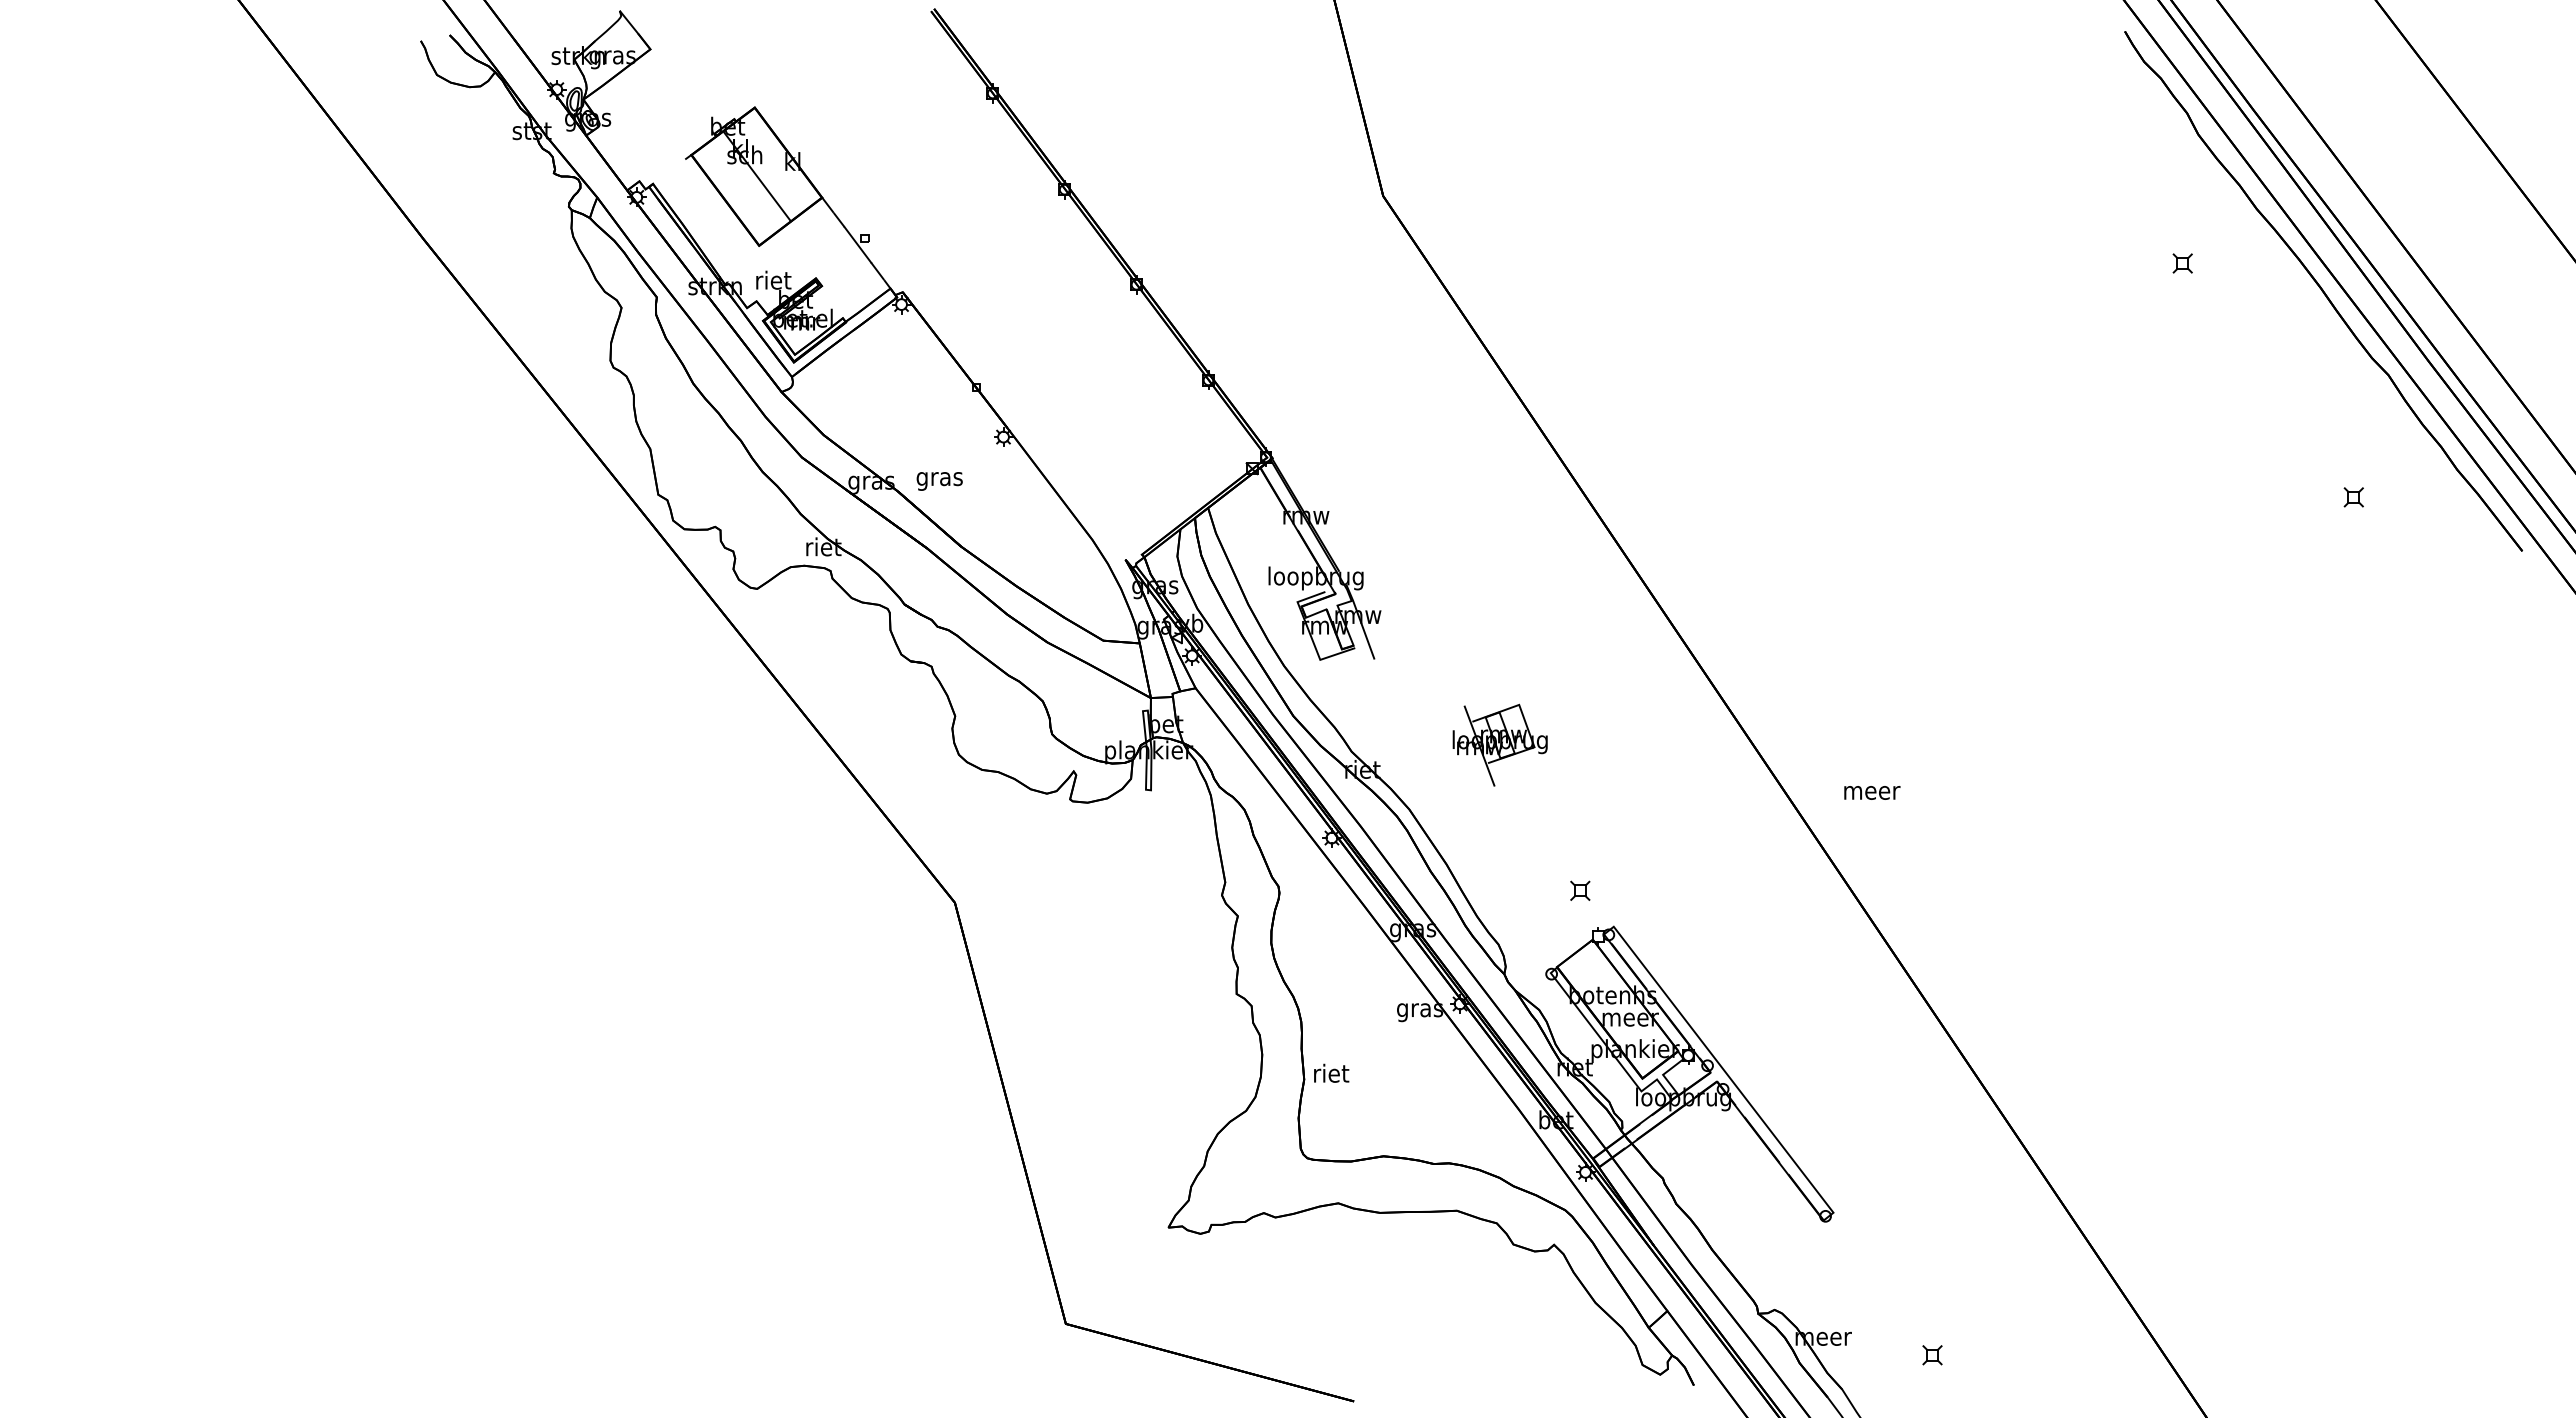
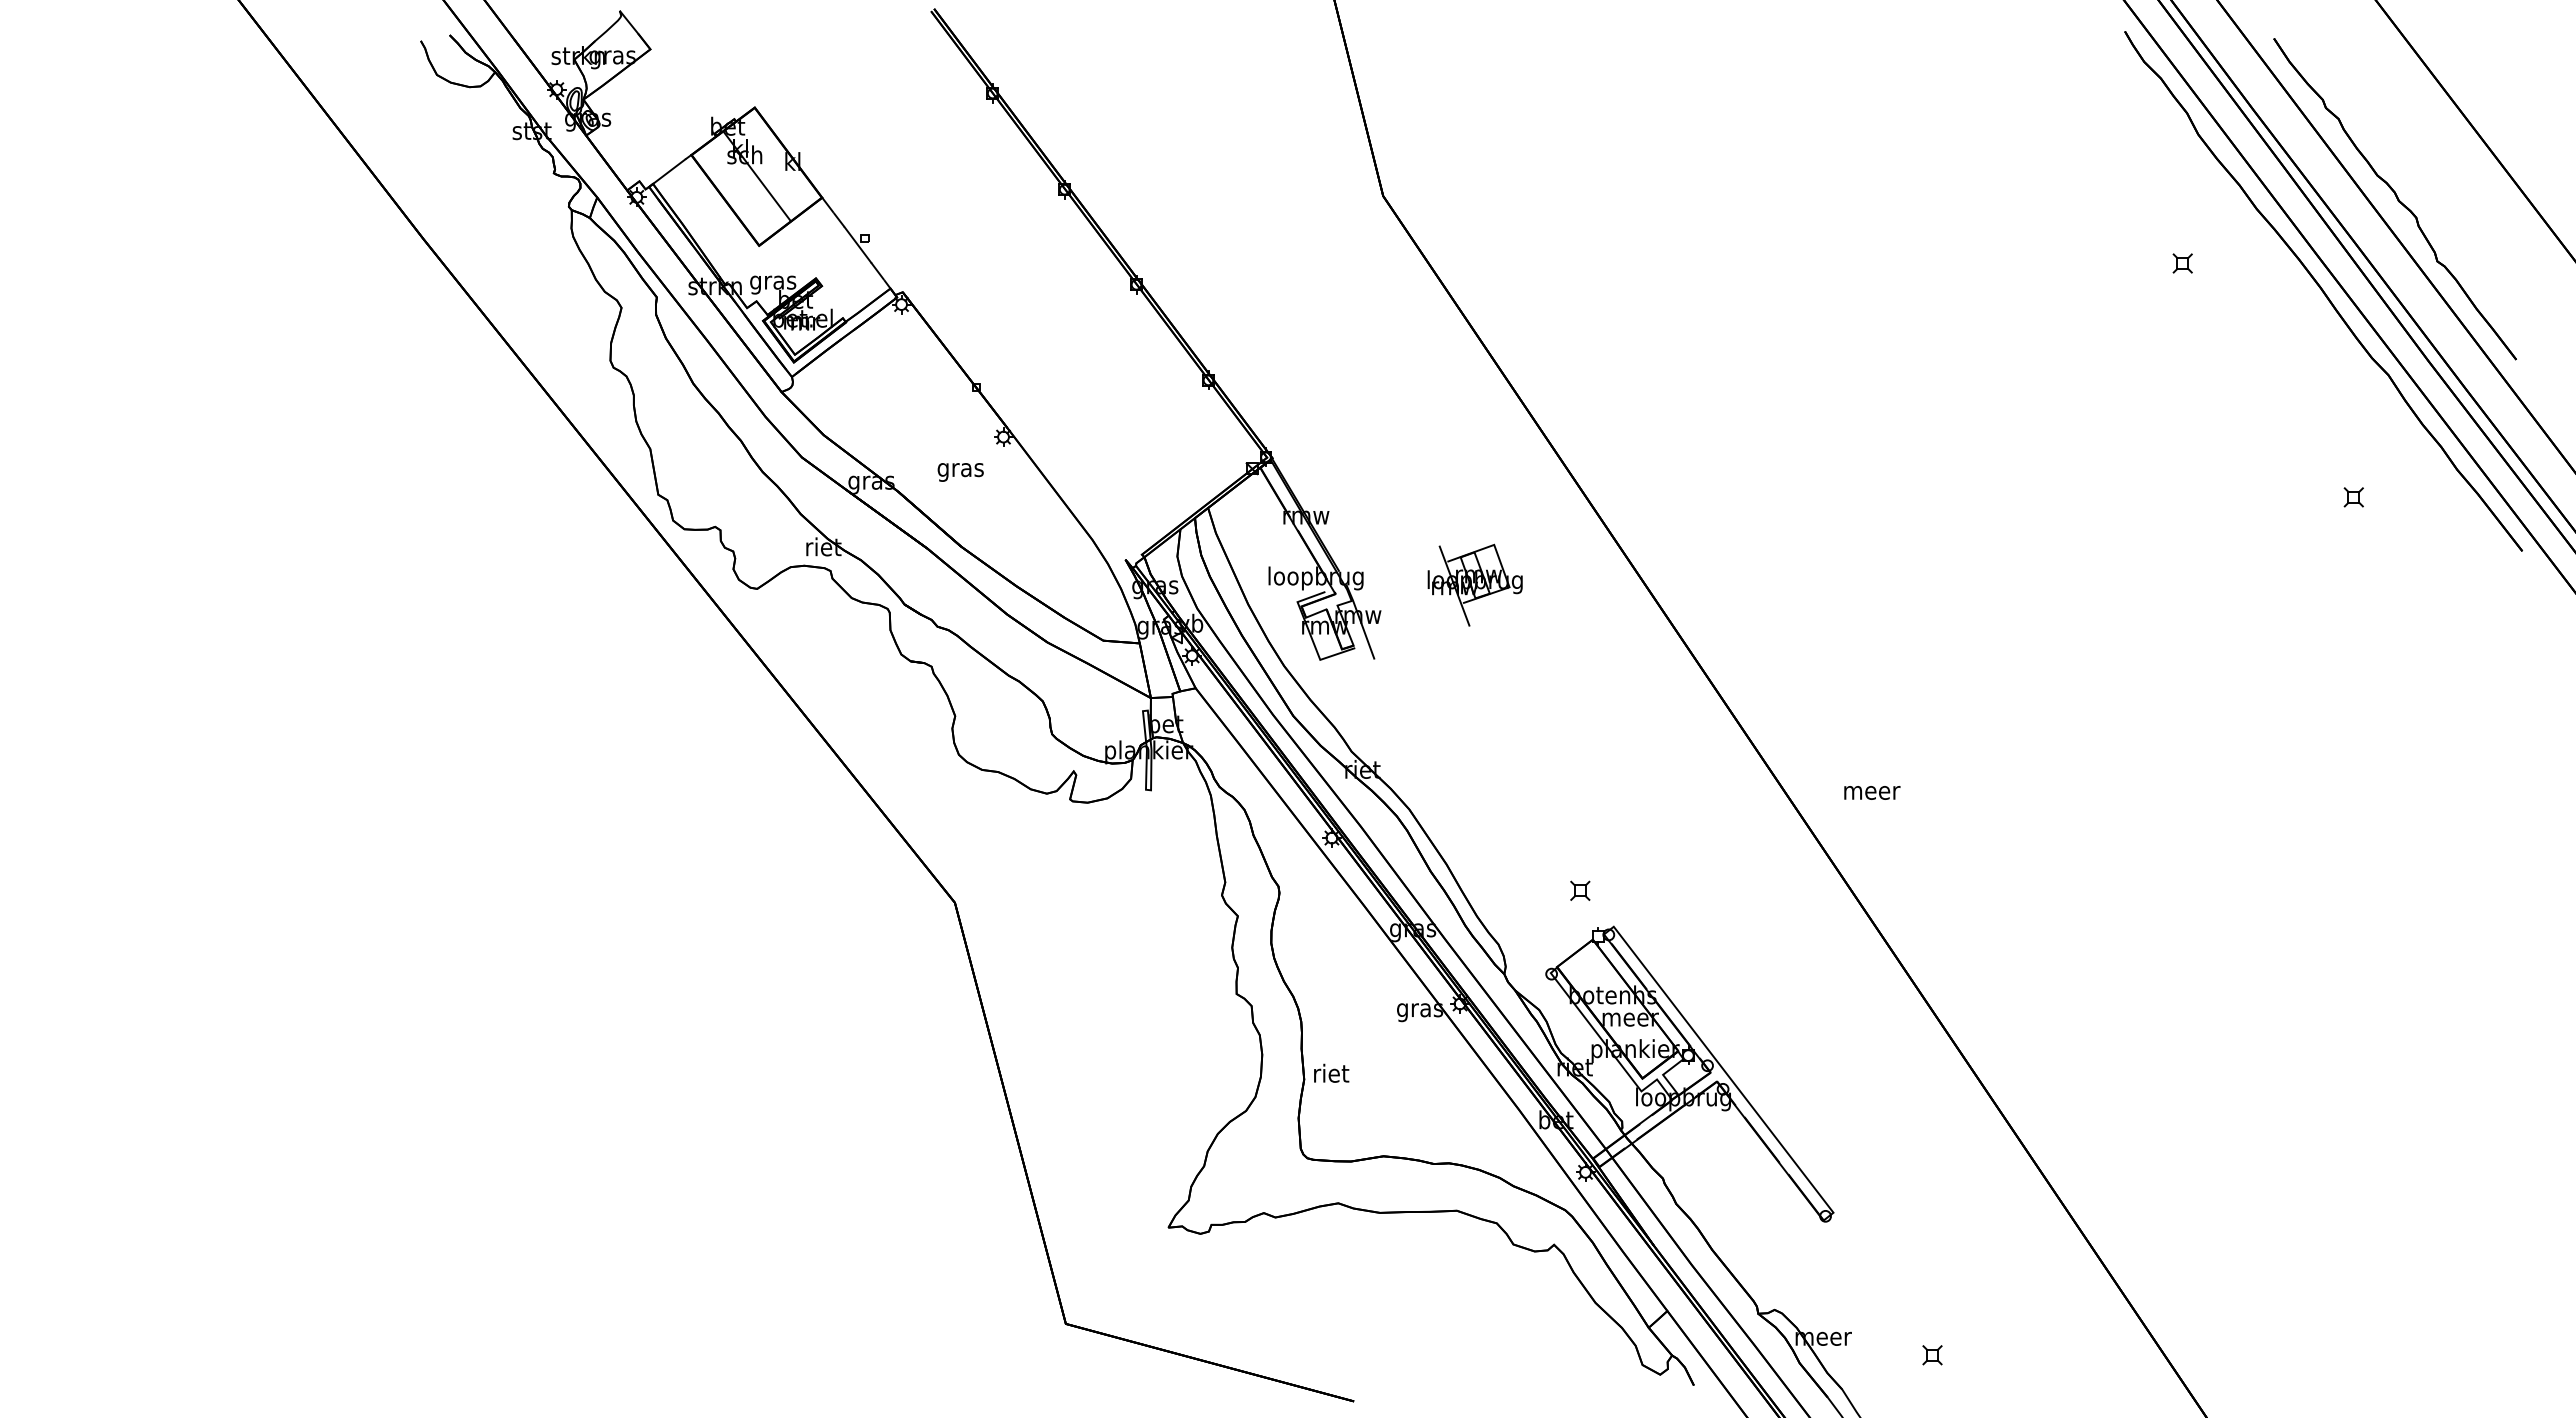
line at (669, 171): none -> present
part at (2394, 199): none -> present
text at (773, 282): riet -> gras
text at (939, 481) position: (939, 481) -> (960, 472)
part at (1499, 744) position: (1499, 744) -> (1474, 584)
